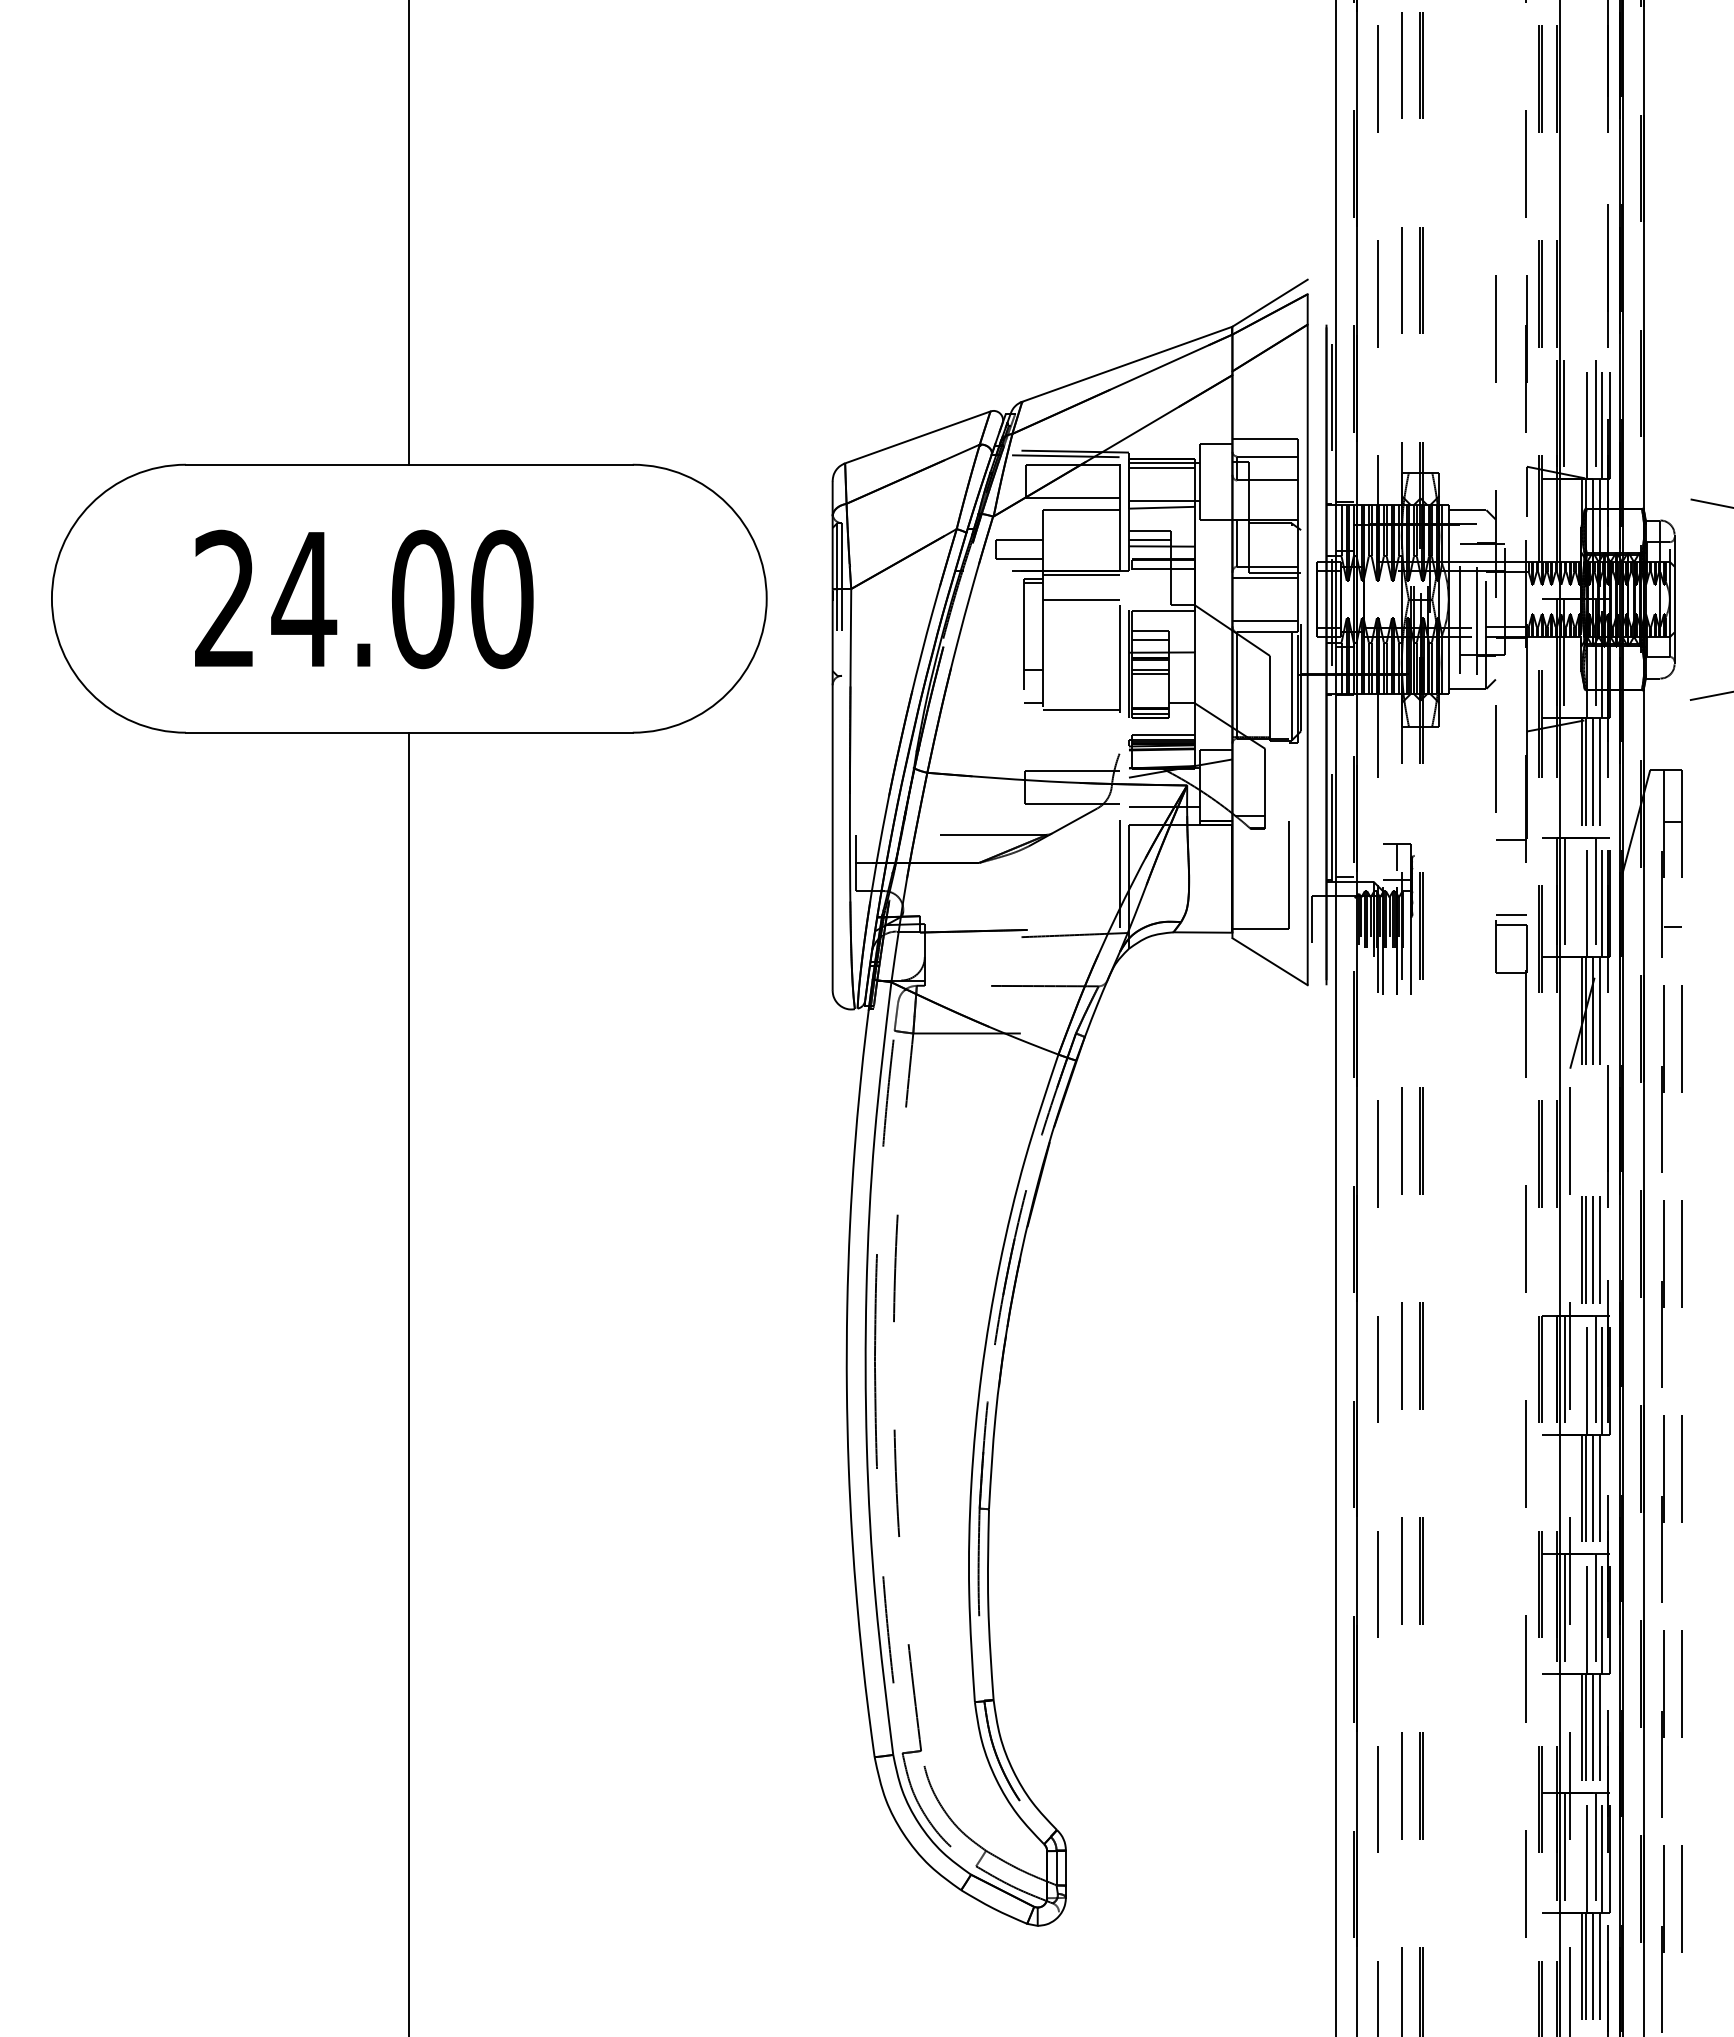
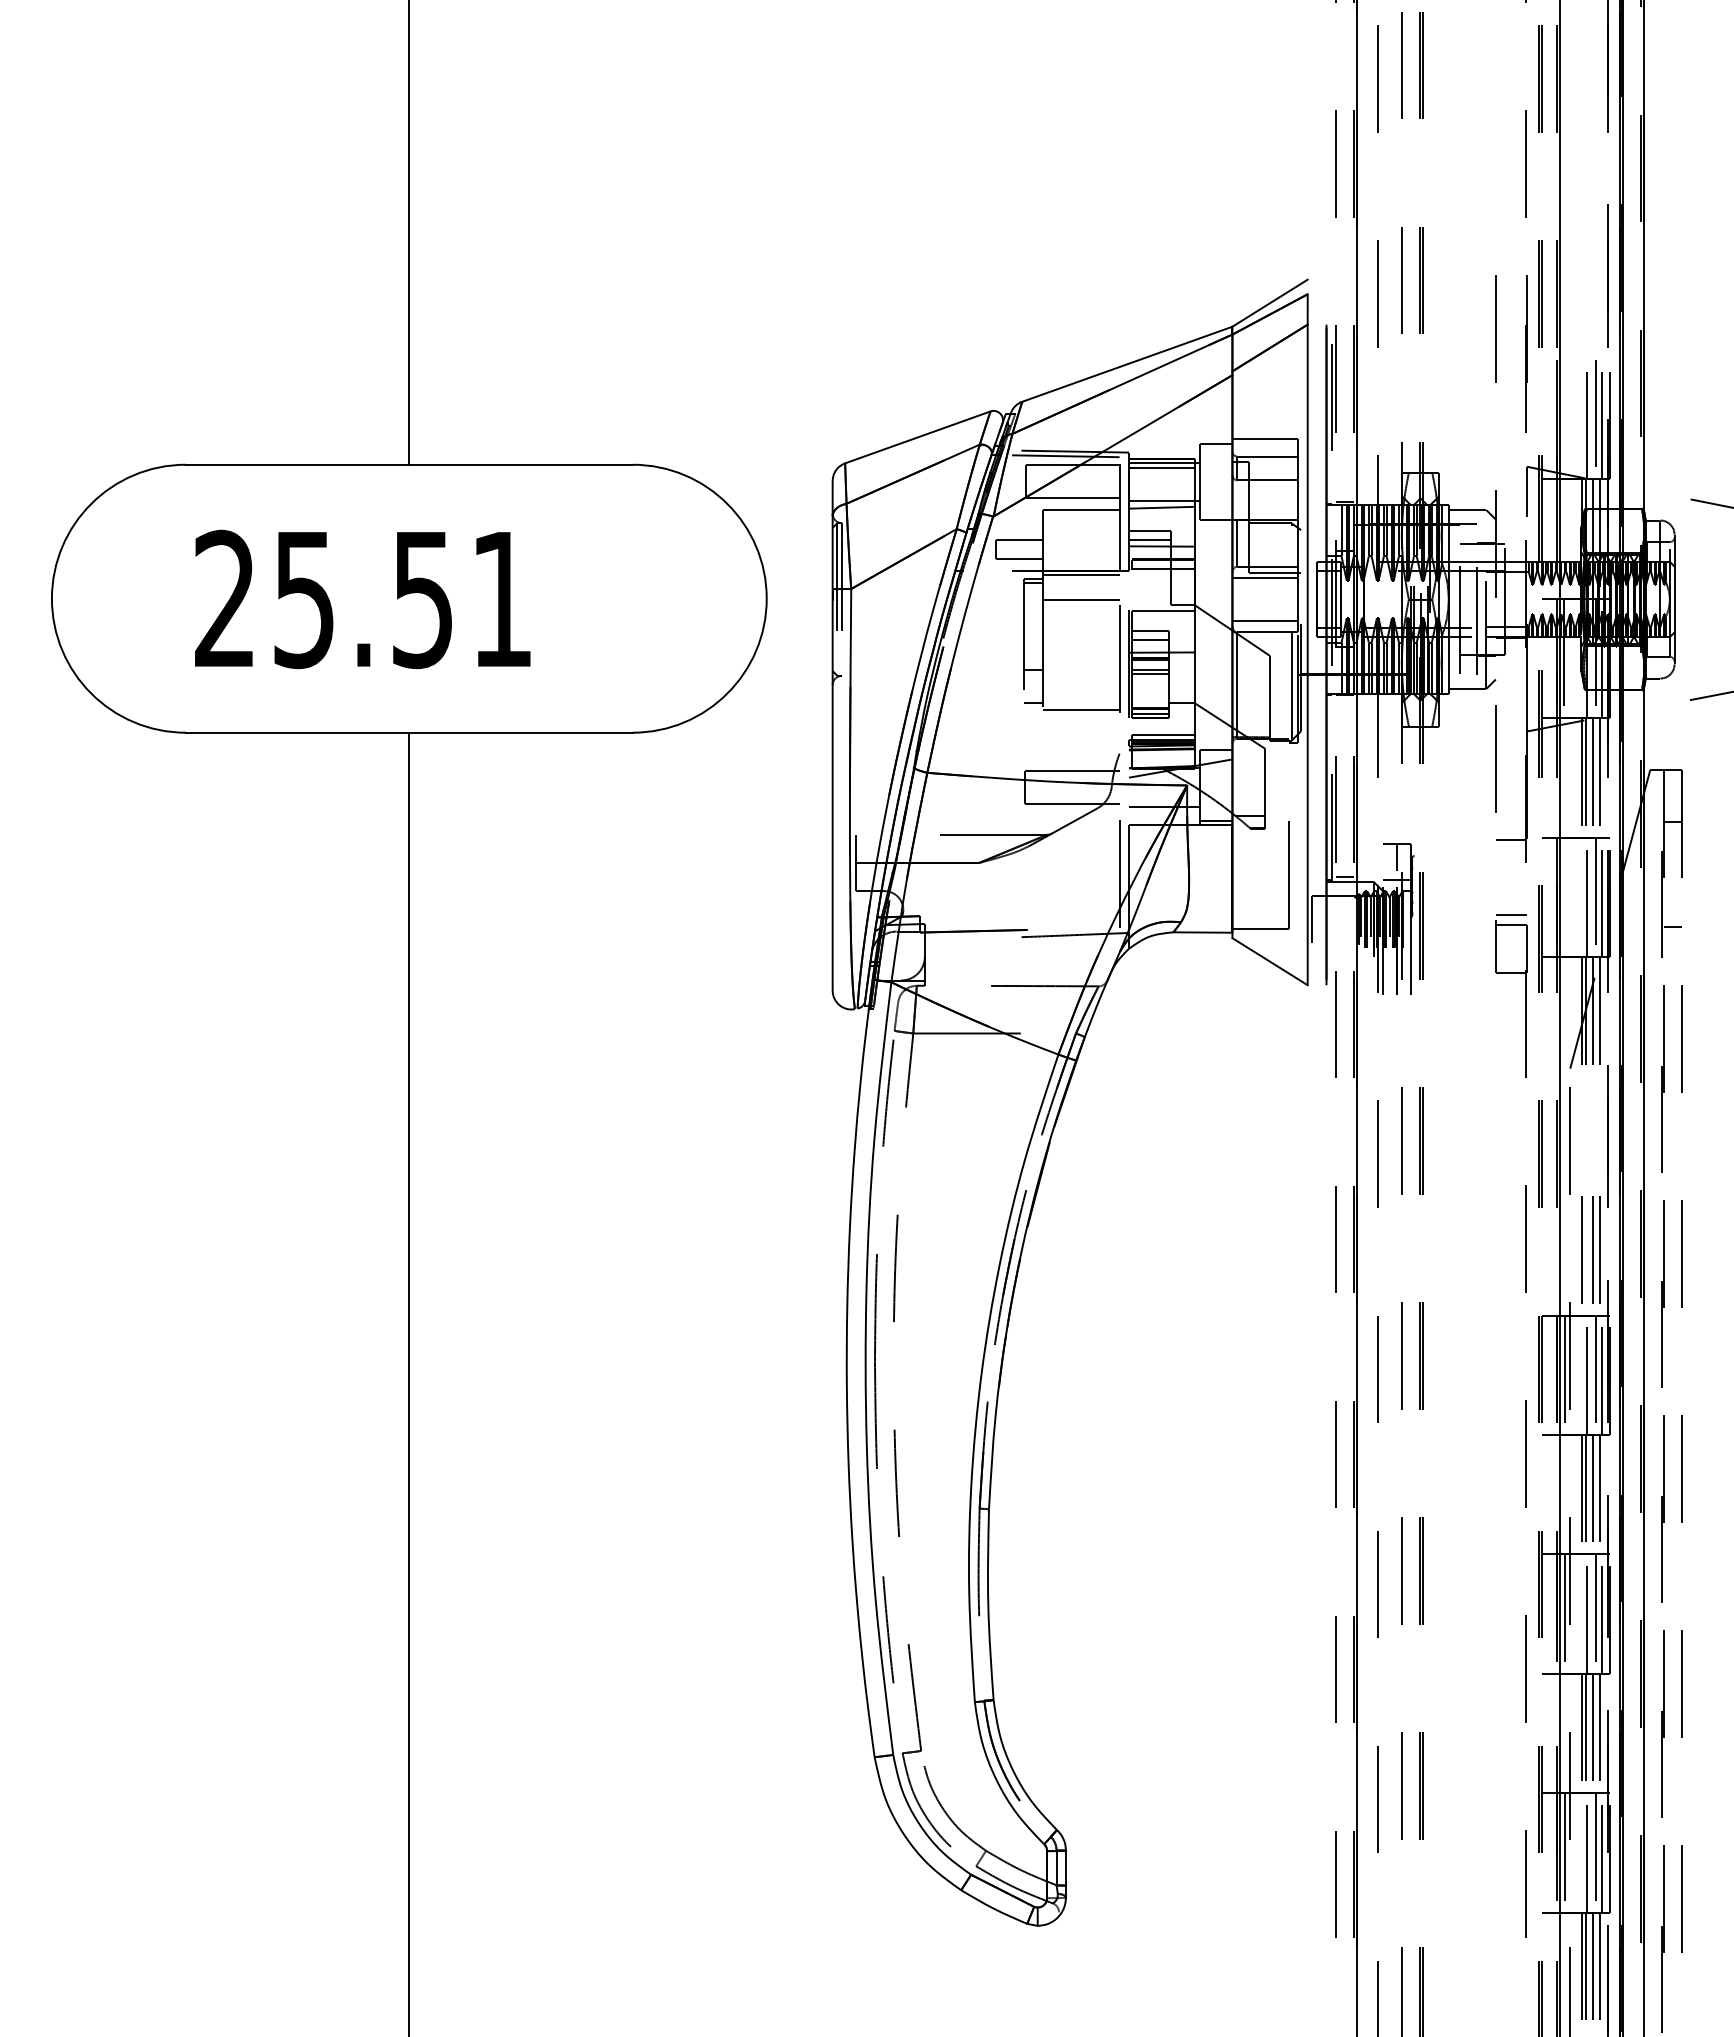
line at (1564, 419): present -> none
text at (402, 599): 24.00 -> 25.51
line at (1564, 897): present -> none
line at (1335, 1018): solid -> dashed
line at (1585, 1255): present -> none
